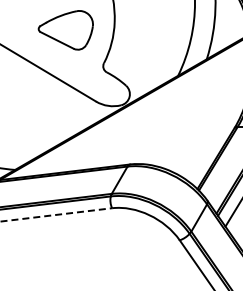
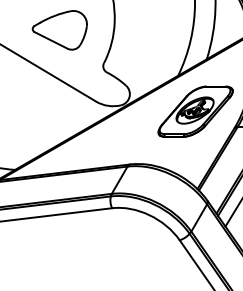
part at (65, 30) position: (65, 30) -> (59, 30)
part at (195, 111): none -> present
line at (56, 214): dashed -> solid
